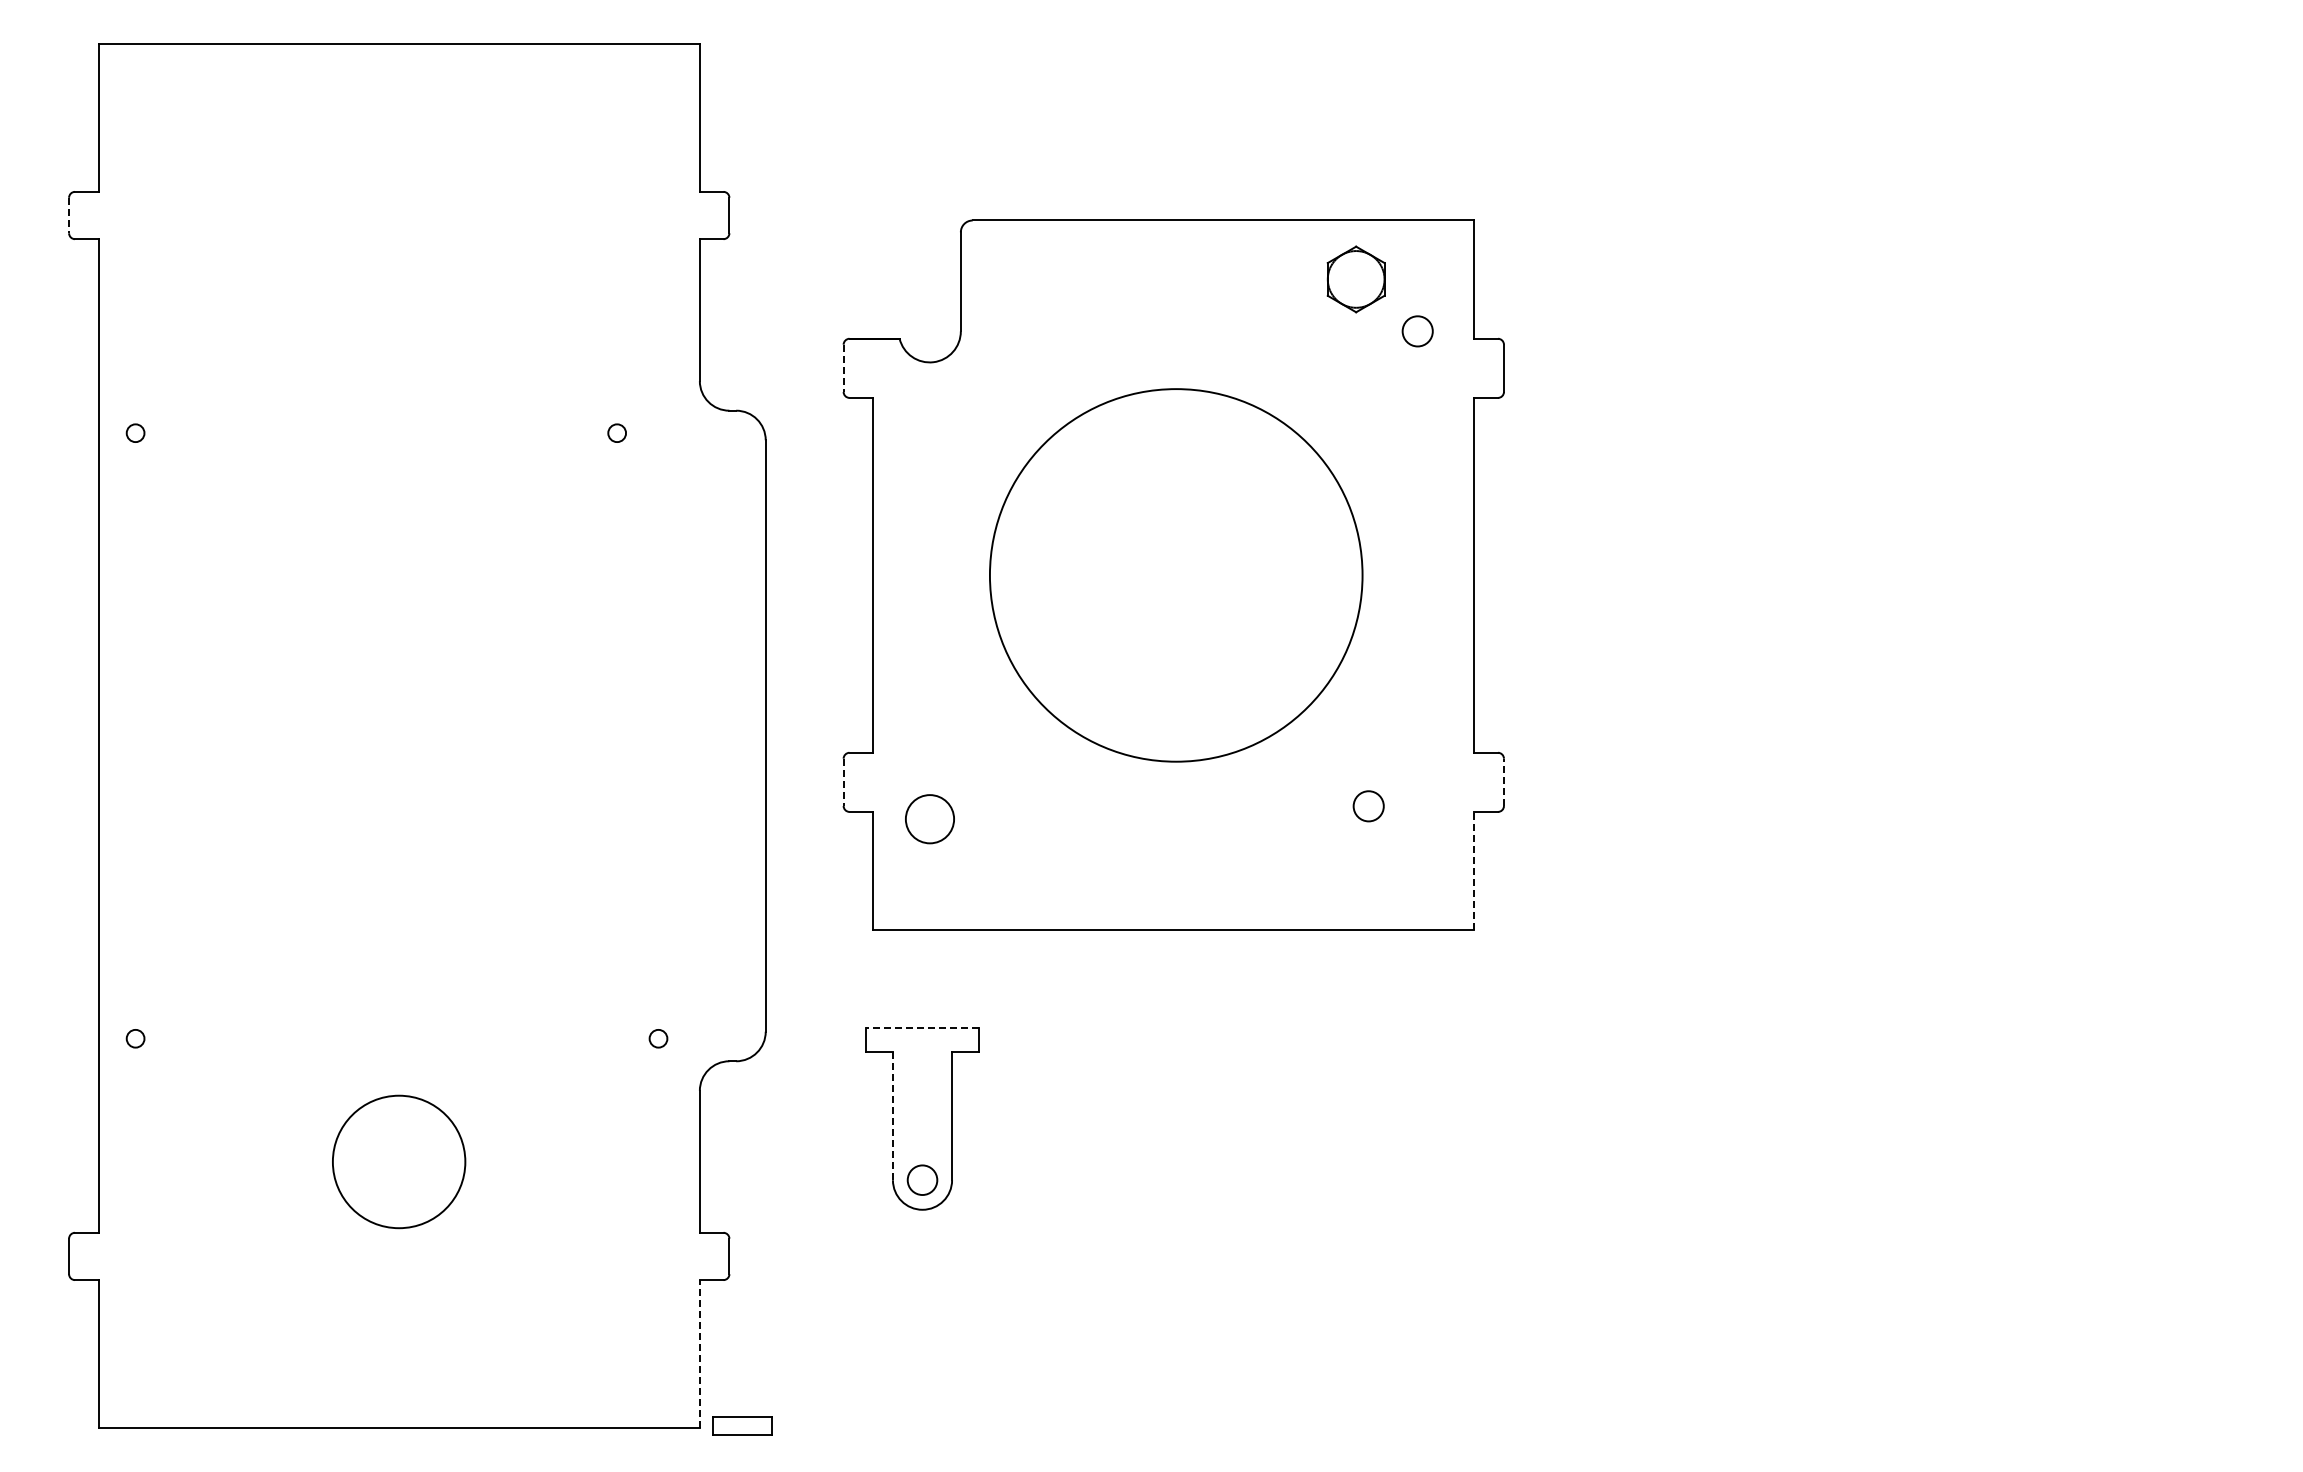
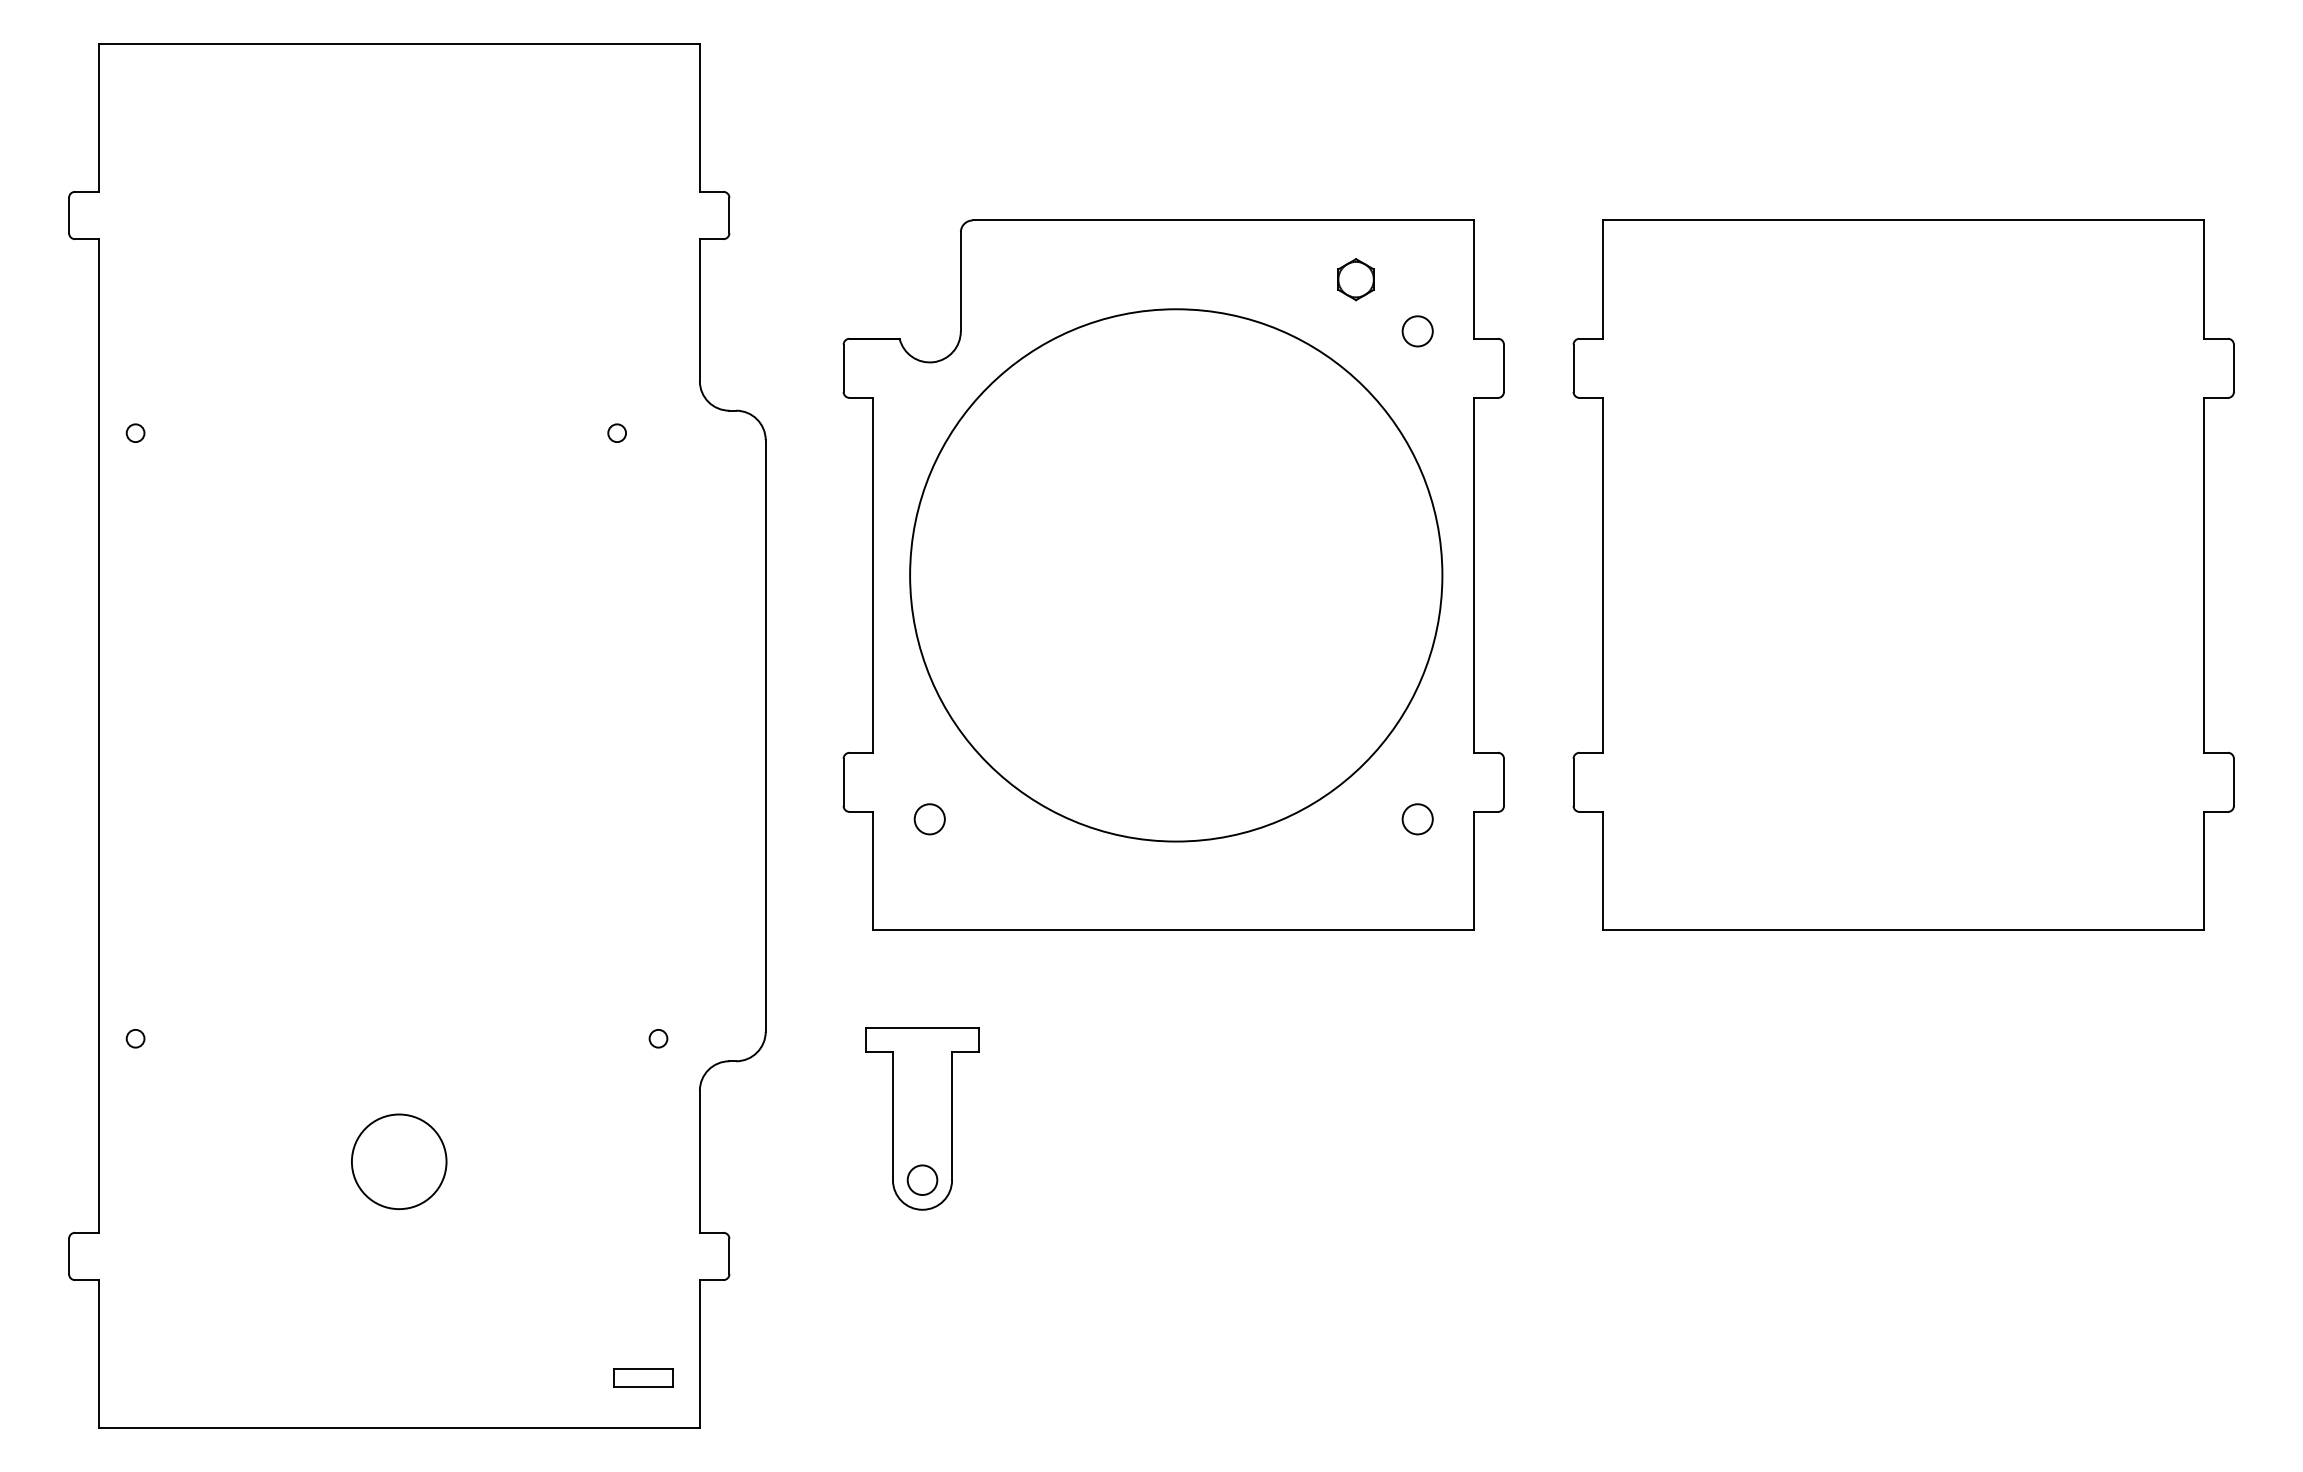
line at (69, 215): dashed -> solid
part at (1355, 279) size: 60x69 px -> 38x44 px
line at (843, 368): dashed -> solid
part at (1903, 574): none -> present
circle at (1175, 575) diameter: 373 px -> 532 px
line at (843, 782): dashed -> solid
line at (1503, 782): dashed -> solid
circle at (1368, 806) position: (1368, 806) -> (1417, 819)
circle at (929, 819) size: 50x51 px -> 33x33 px
line at (1474, 870): dashed -> solid
line at (922, 1027): dashed -> solid
line at (892, 1116): dashed -> solid
circle at (399, 1161) size: 135x136 px -> 97x97 px
line at (699, 1354): dashed -> solid
part at (742, 1425) position: (742, 1425) -> (643, 1377)
